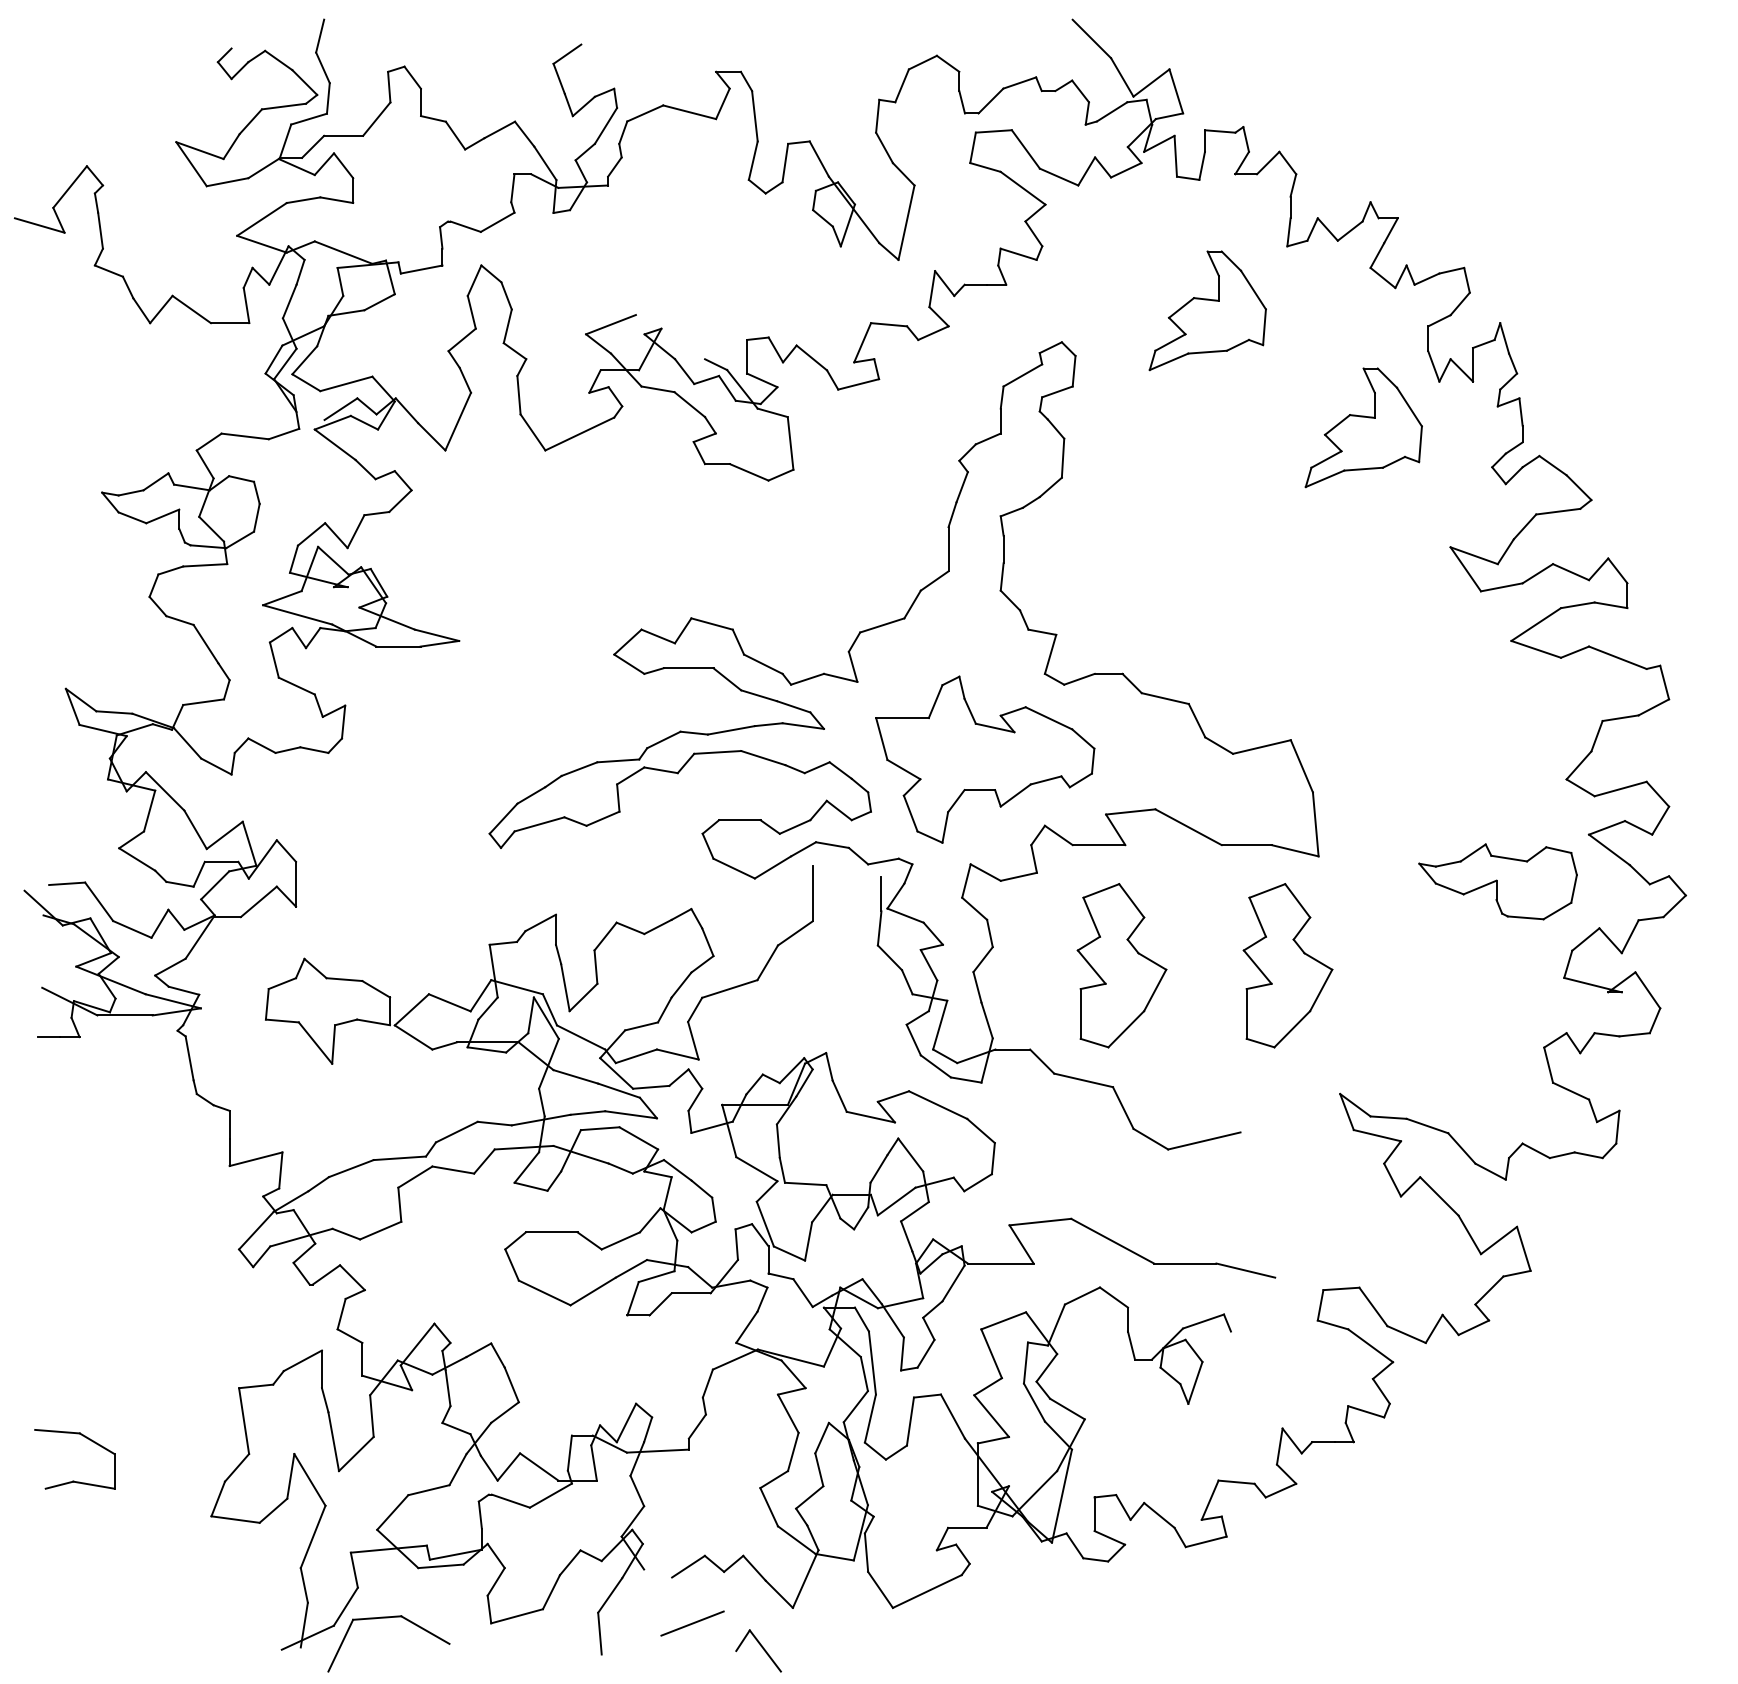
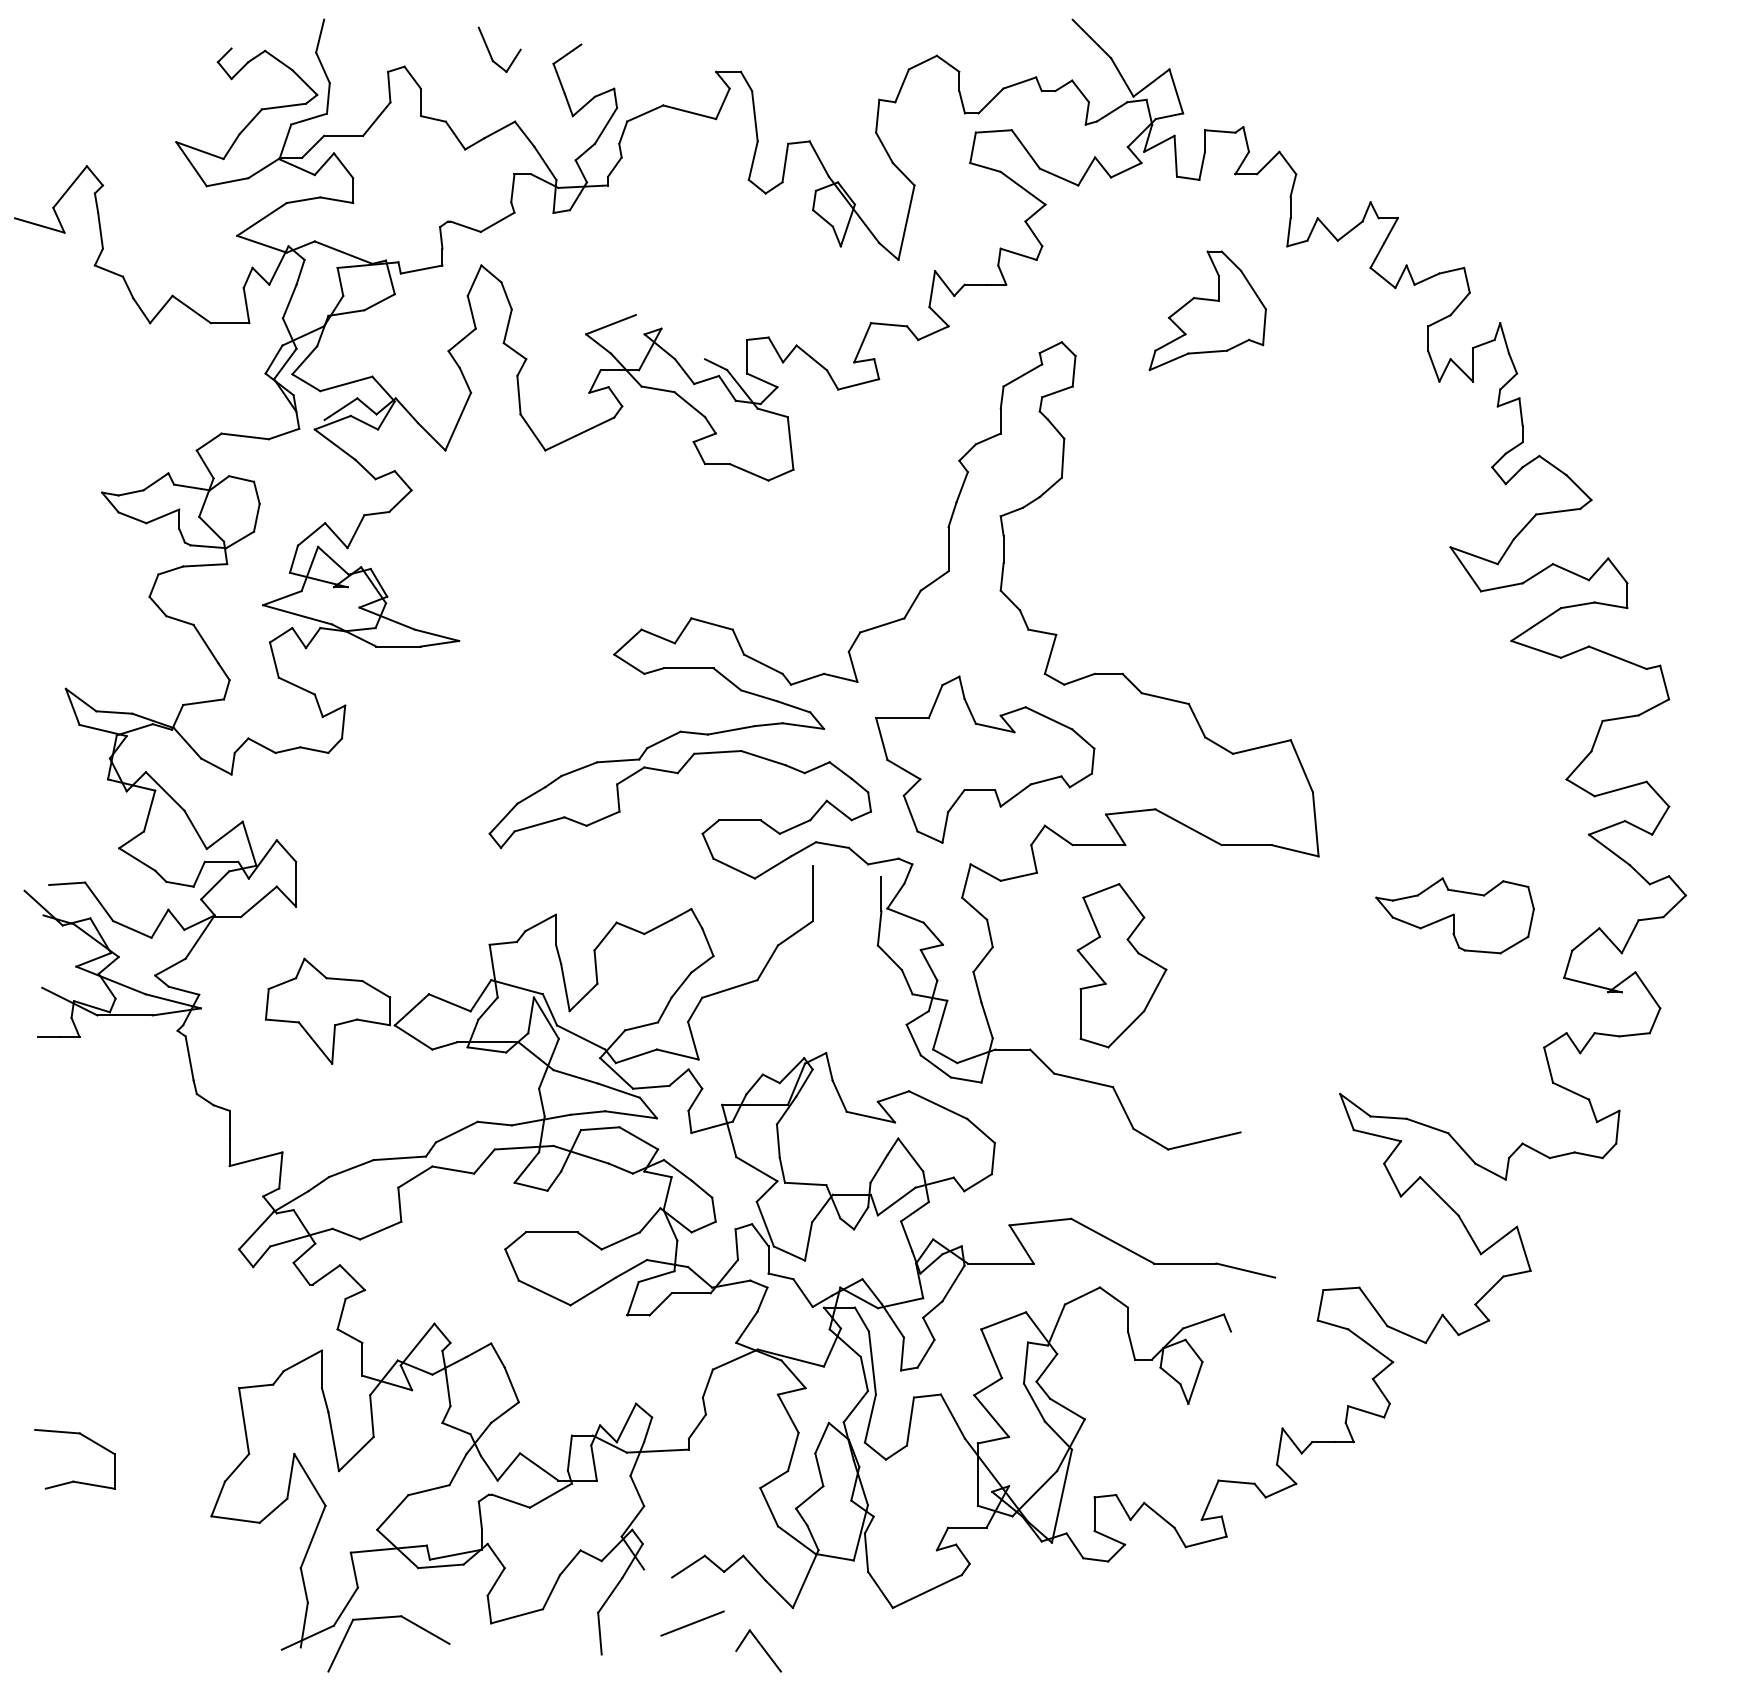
part at (491, 54): none -> present
part at (1363, 427): present -> none
part at (1497, 881) position: (1497, 881) -> (1454, 915)
part at (1287, 965): present -> none
